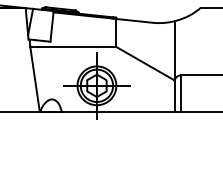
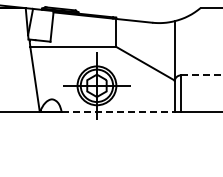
line at (202, 75): solid -> dashed
line at (118, 111): solid -> dashed
